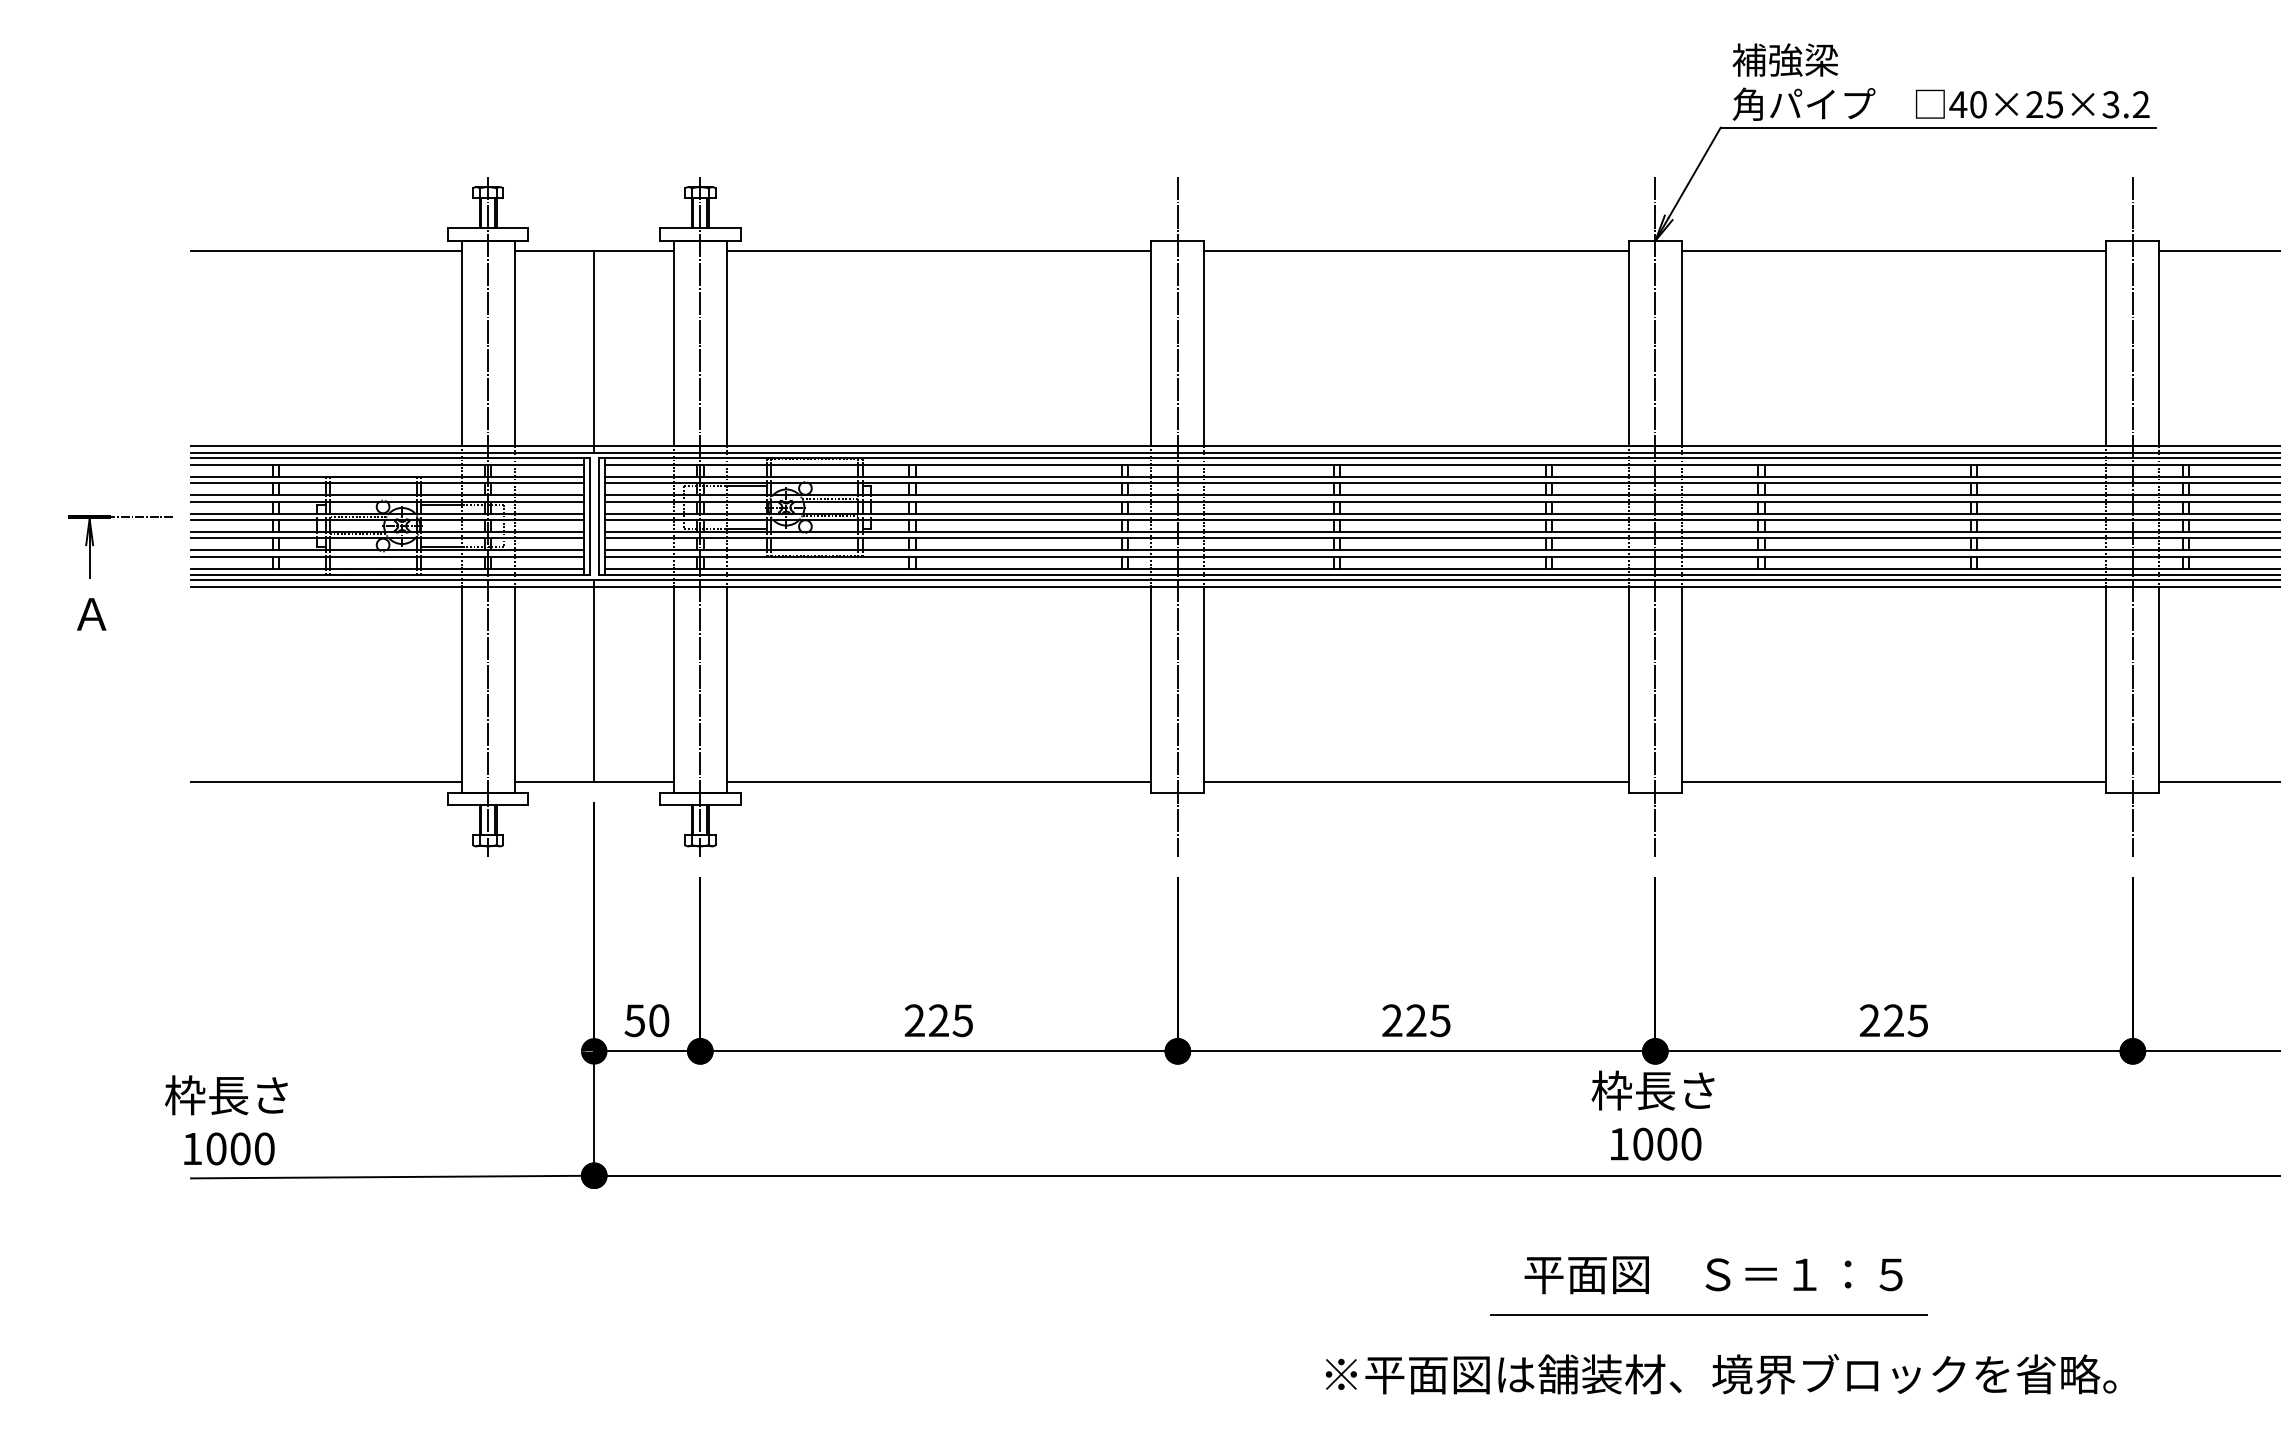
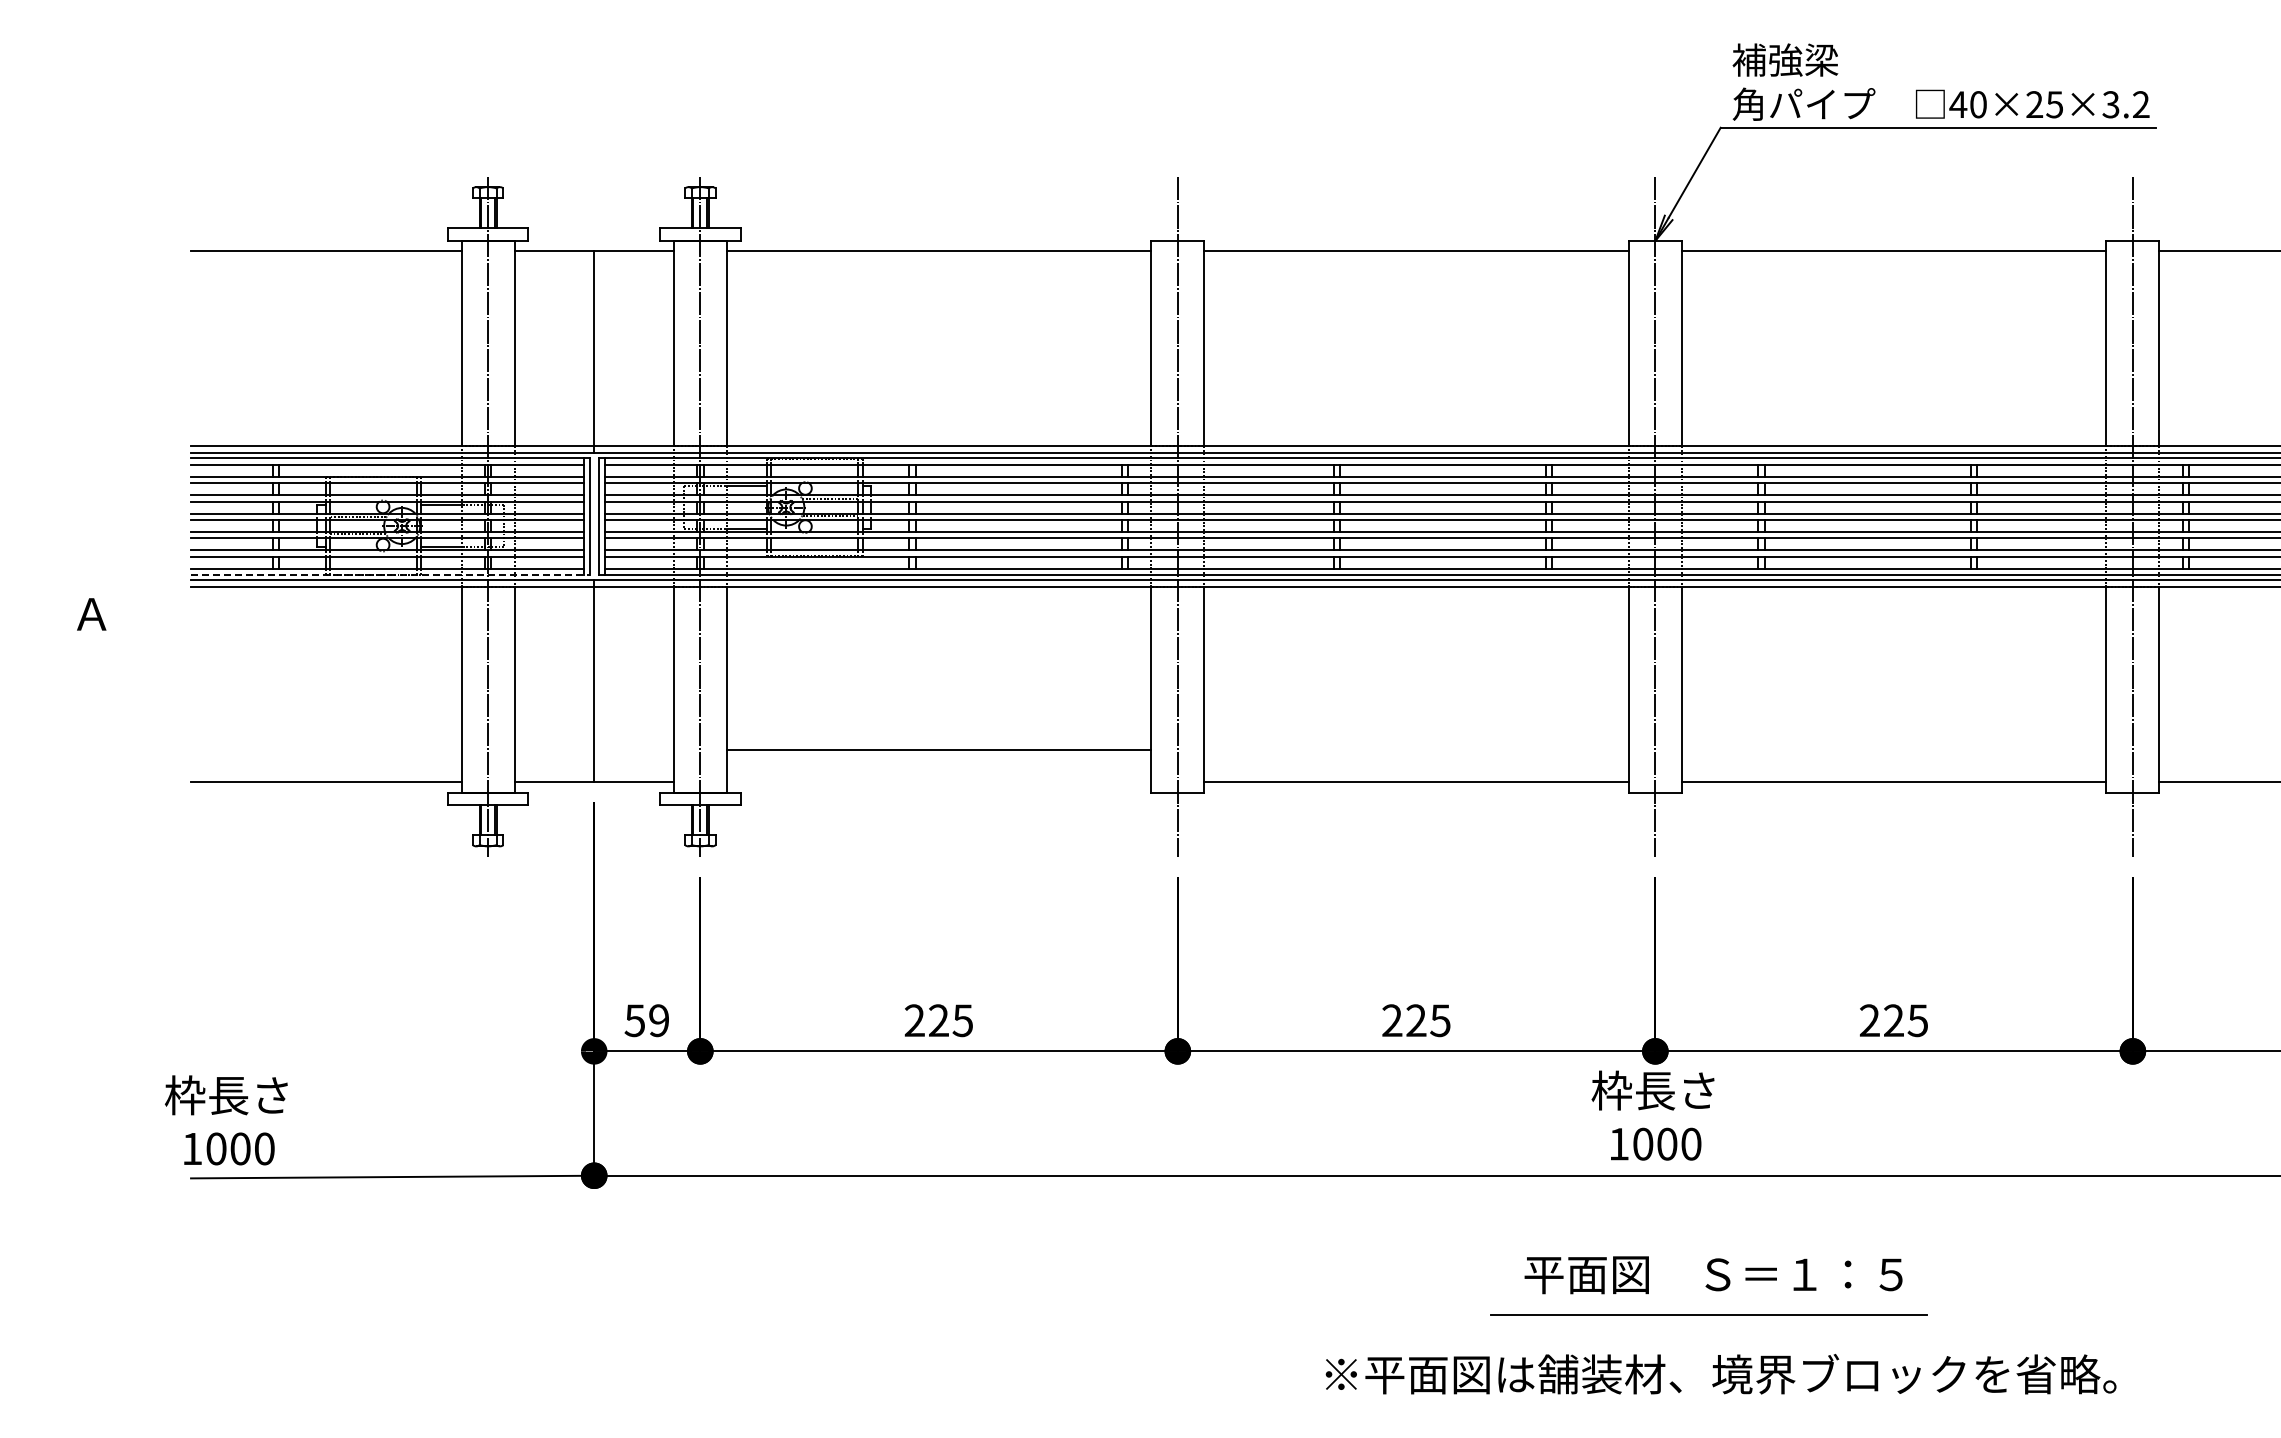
part at (94, 545): present -> none
line at (391, 575): solid -> dashed
line at (938, 782) position: (938, 782) -> (938, 750)
text at (659, 1020): 50 -> 59
